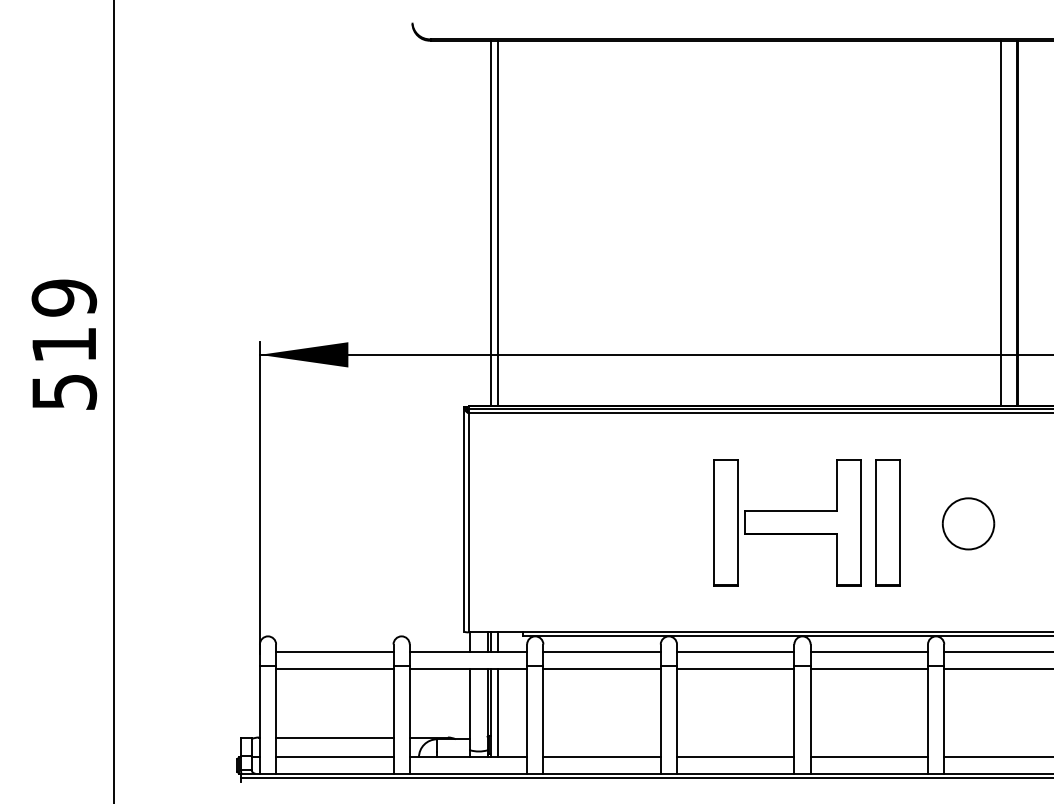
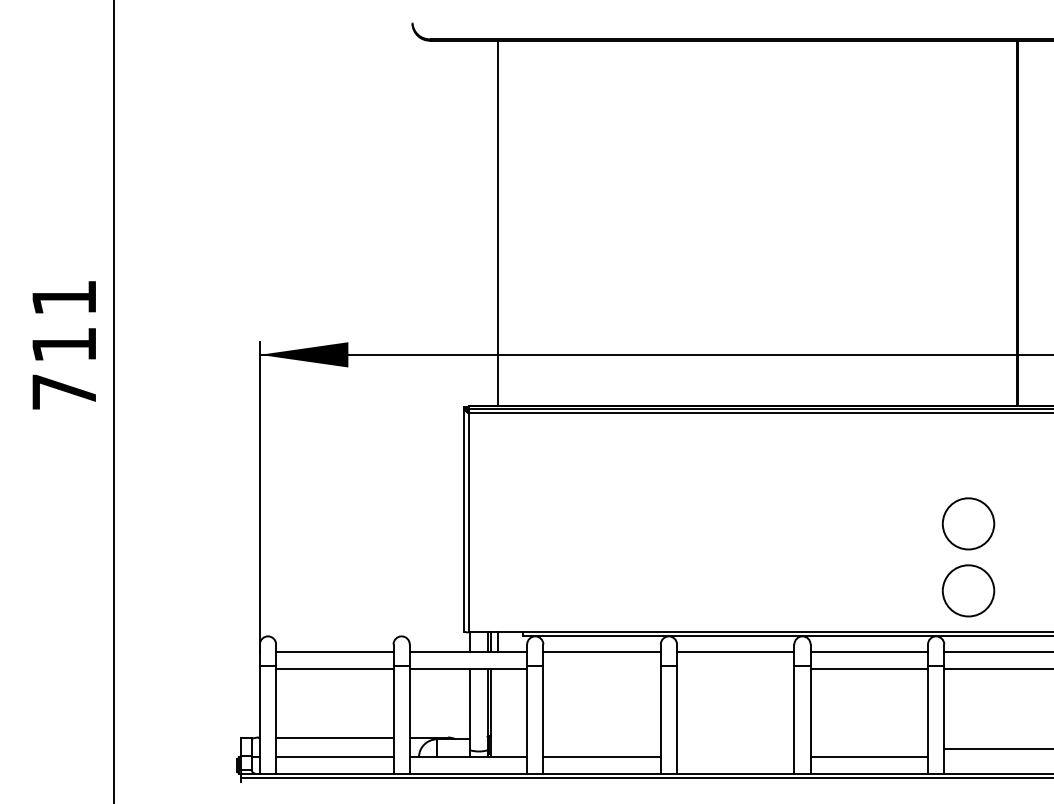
line at (491, 223): present -> none
line at (1001, 223): present -> none
text at (64, 344): 519 -> 711
part at (787, 522): present -> none
part at (887, 522): present -> none
part at (968, 590): none -> present
line at (601, 668): present -> none
line at (735, 668): present -> none
line at (498, 712): present -> none
line at (735, 757): present -> none
line at (997, 757) position: (997, 757) -> (997, 749)
